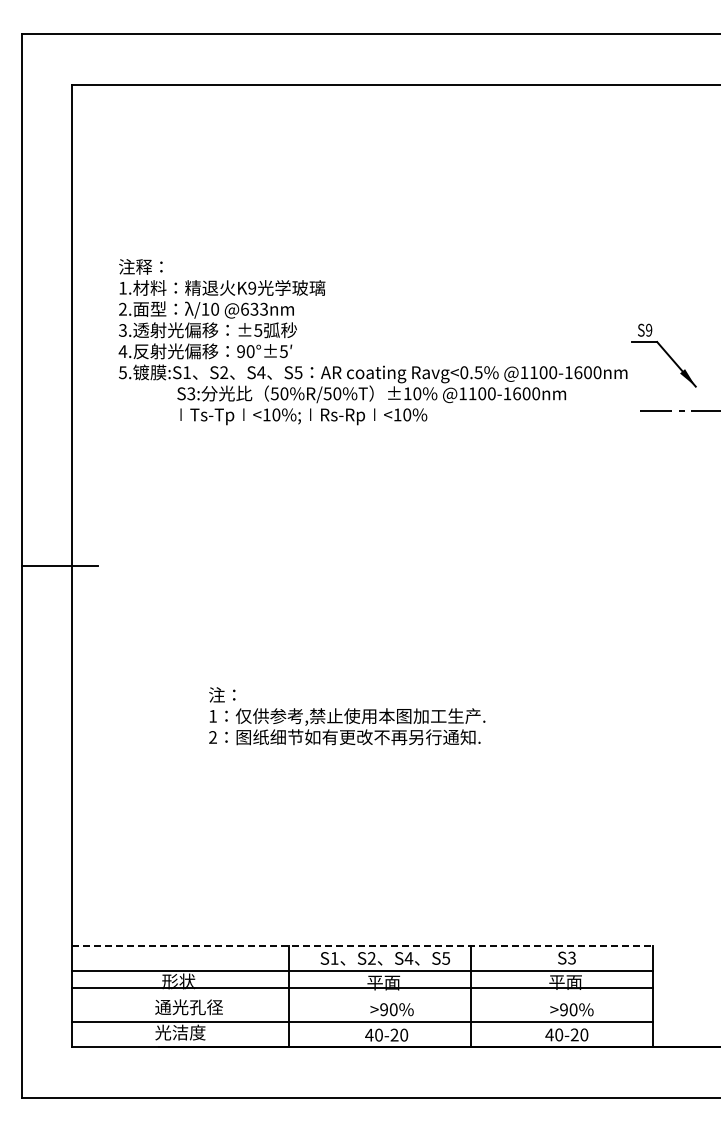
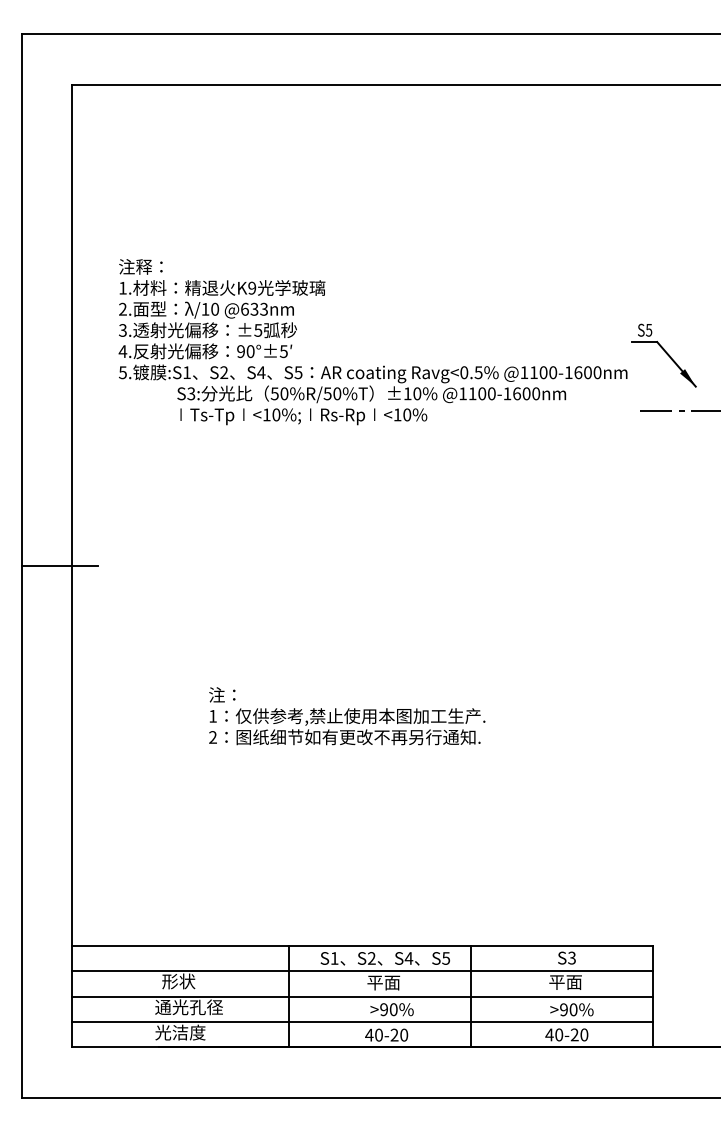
text at (649, 329): S9 -> S5
line at (363, 946): dashed -> solid
line at (362, 987) position: (362, 987) -> (362, 996)
